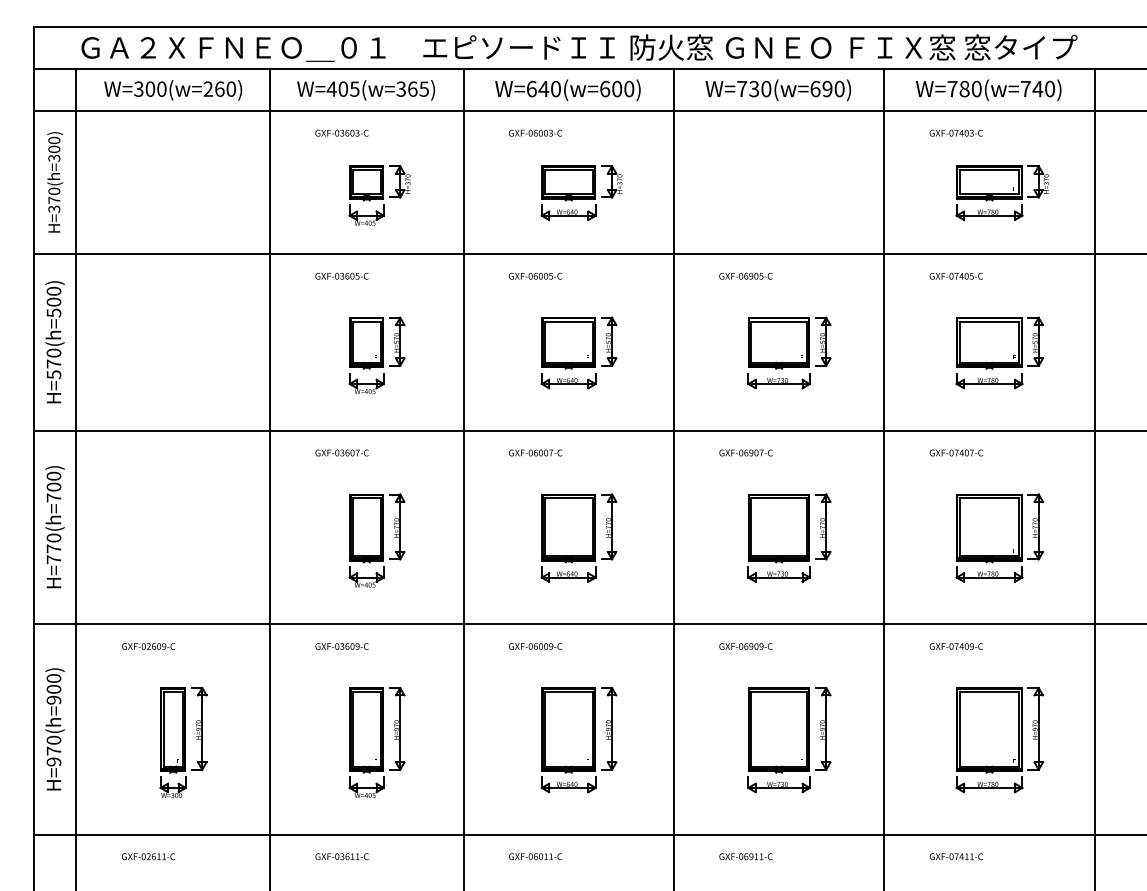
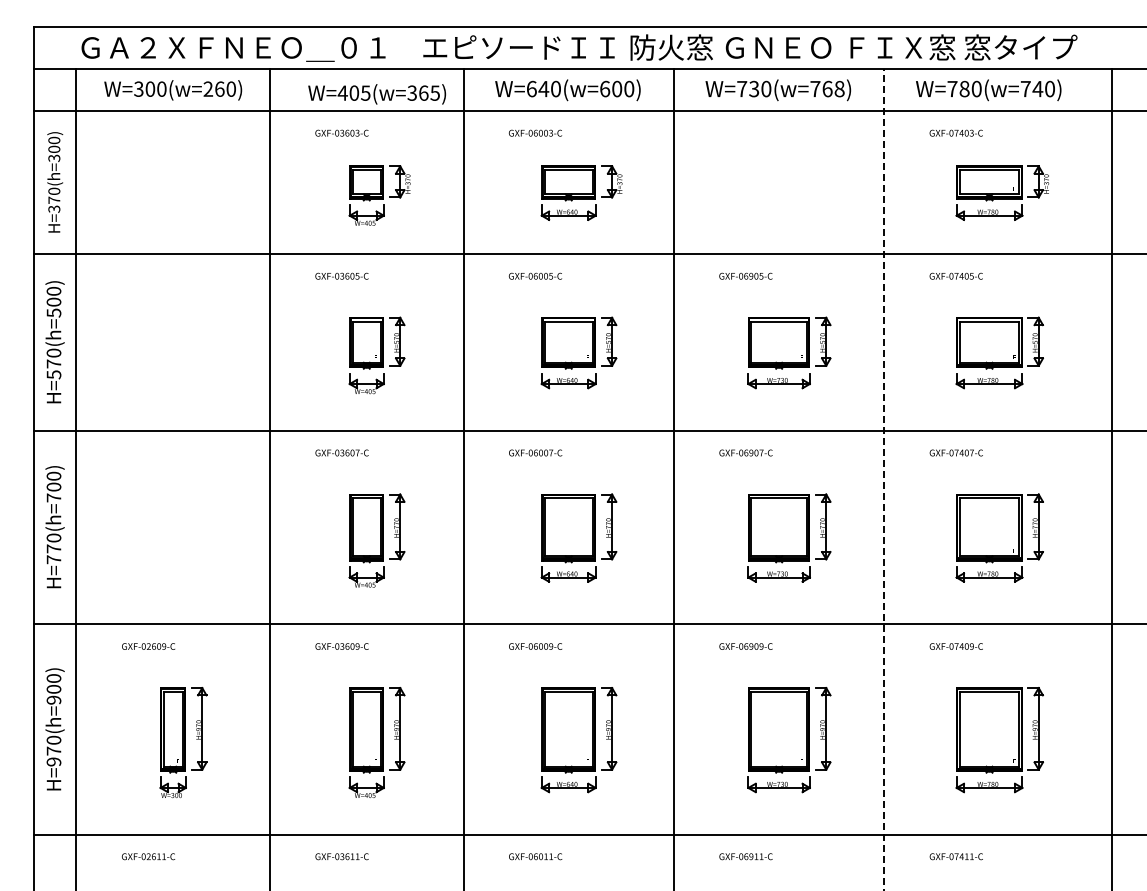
text at (827, 88): W=730(w=690) -> W=730(w=768)
text at (366, 90) position: (366, 90) -> (377, 94)
line at (1094, 478) position: (1094, 478) -> (1111, 478)
line at (884, 480): solid -> dashed
